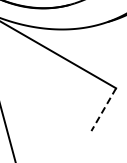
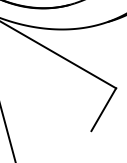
line at (103, 109): dashed -> solid
